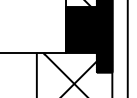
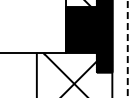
line at (127, 49): solid -> dashed
